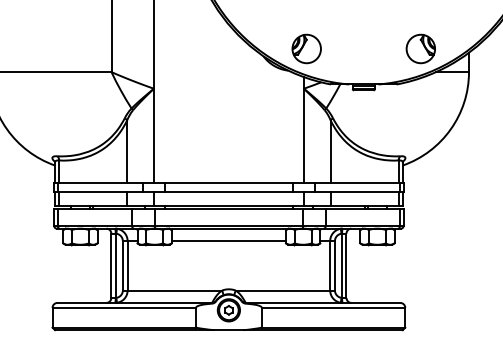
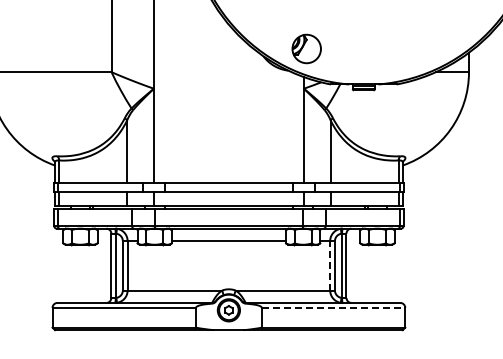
part at (420, 48): present -> none
line at (330, 265): solid -> dashed
line at (333, 307): solid -> dashed
